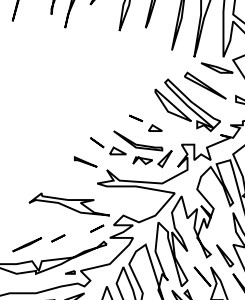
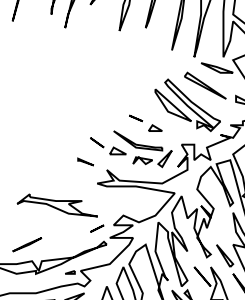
part at (85, 161) size: 24x12 px -> 17x10 px
part at (68, 204) position: (68, 204) -> (56, 205)
line at (58, 238): present -> none
